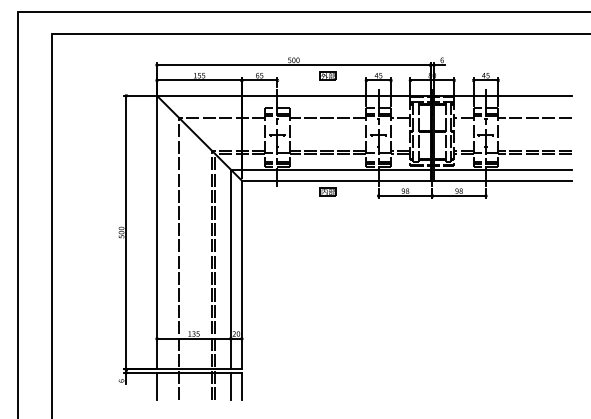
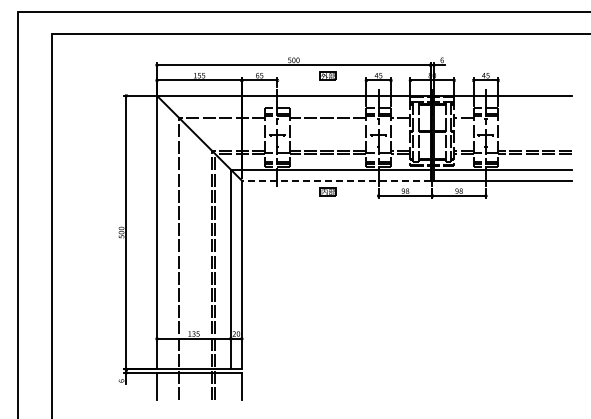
line at (534, 118): present -> none
line at (335, 180): solid -> dashed
line at (230, 386): present -> none
